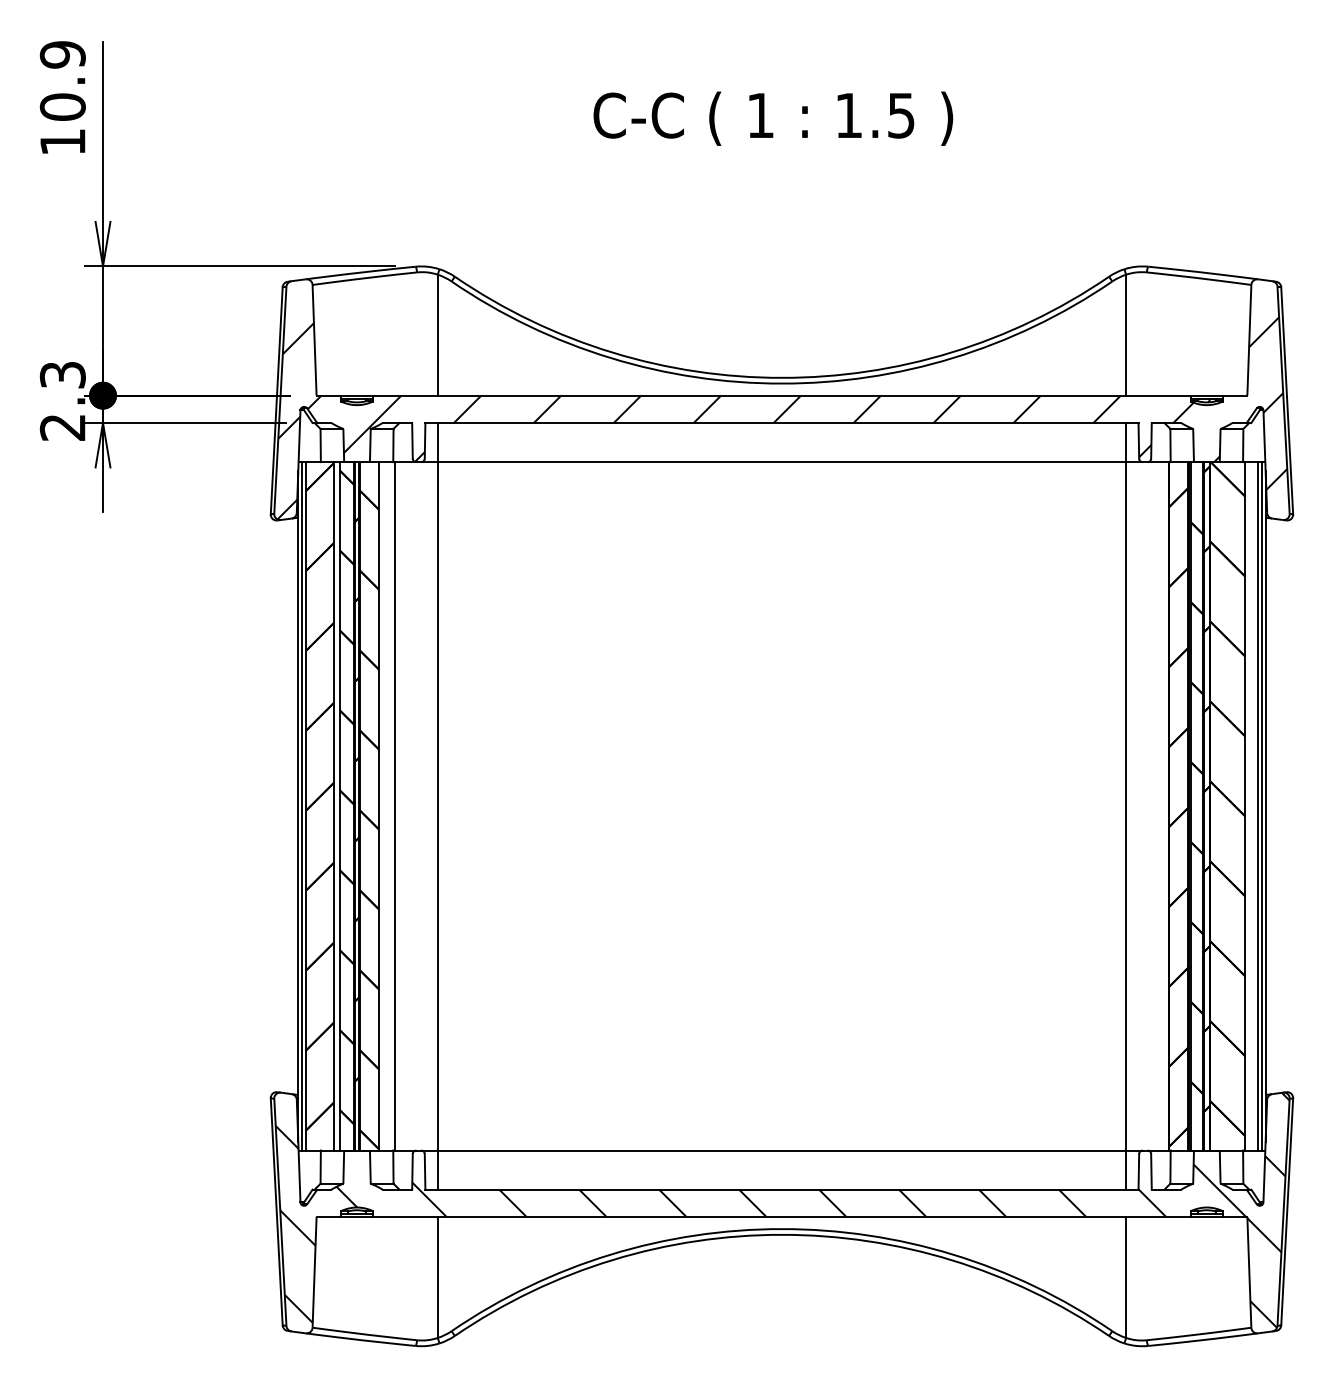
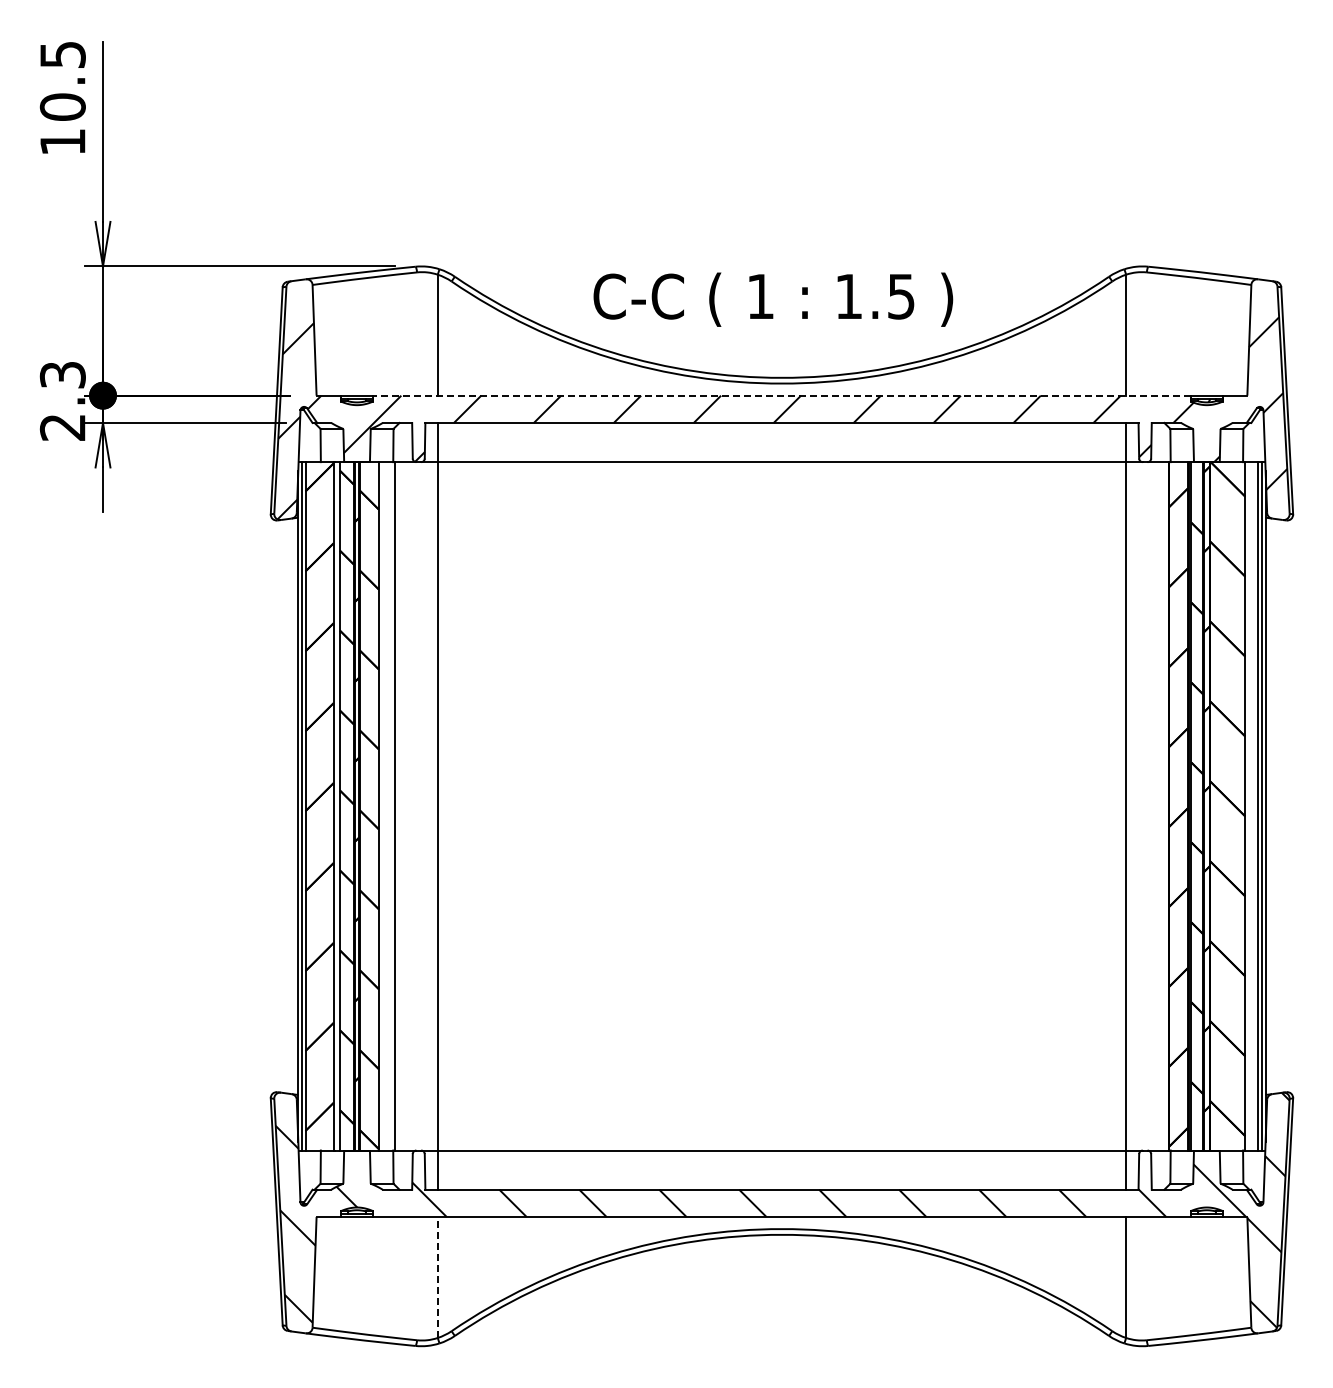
text at (62, 54): 10.9 -> 10.5
text at (773, 118) position: (773, 118) -> (773, 299)
line at (781, 395): solid -> dashed
line at (437, 1276): solid -> dashed
